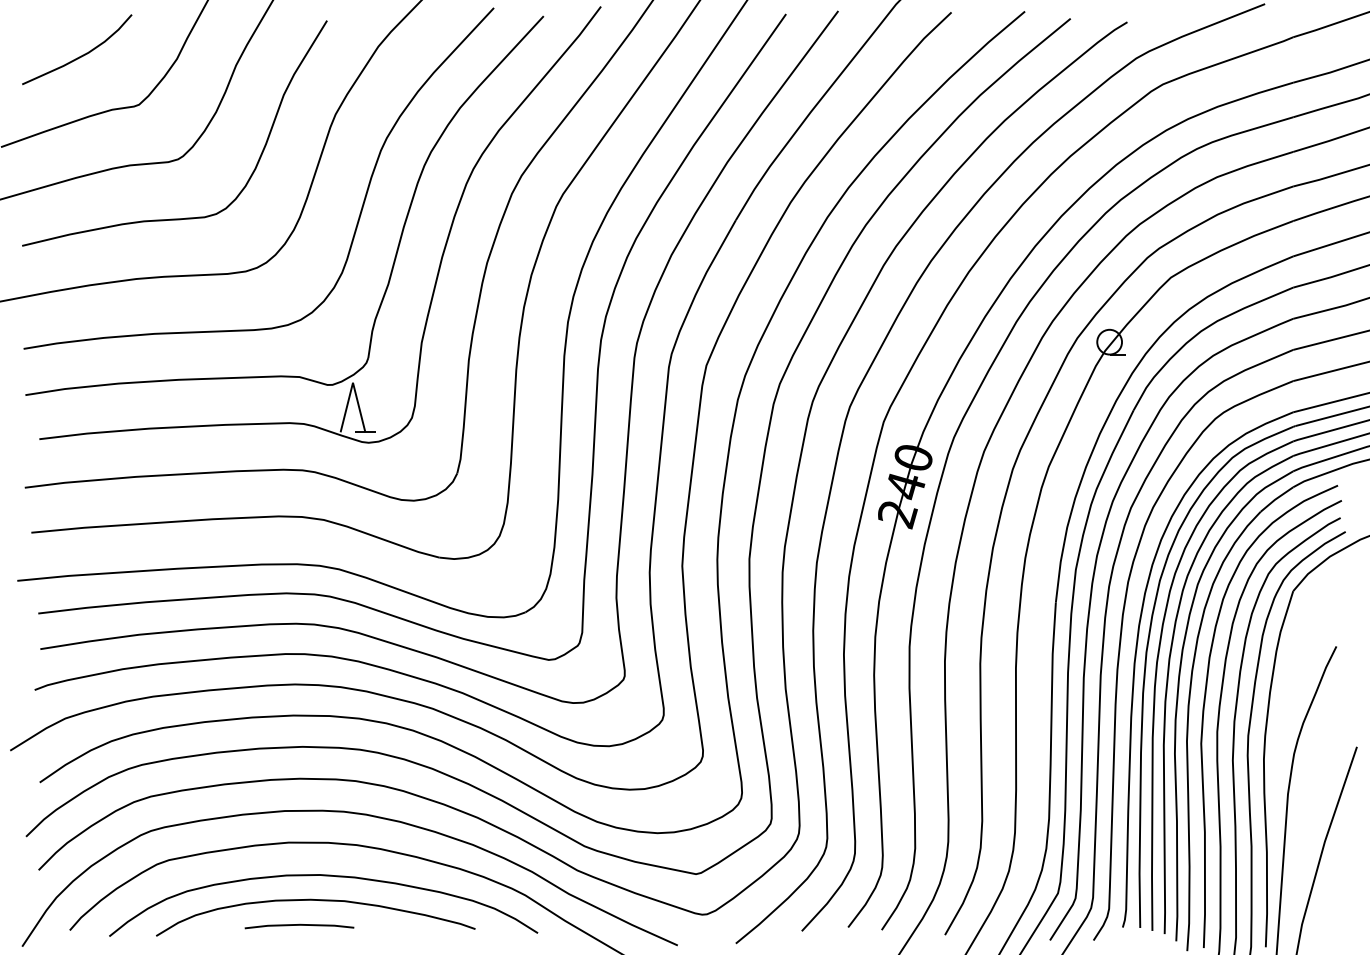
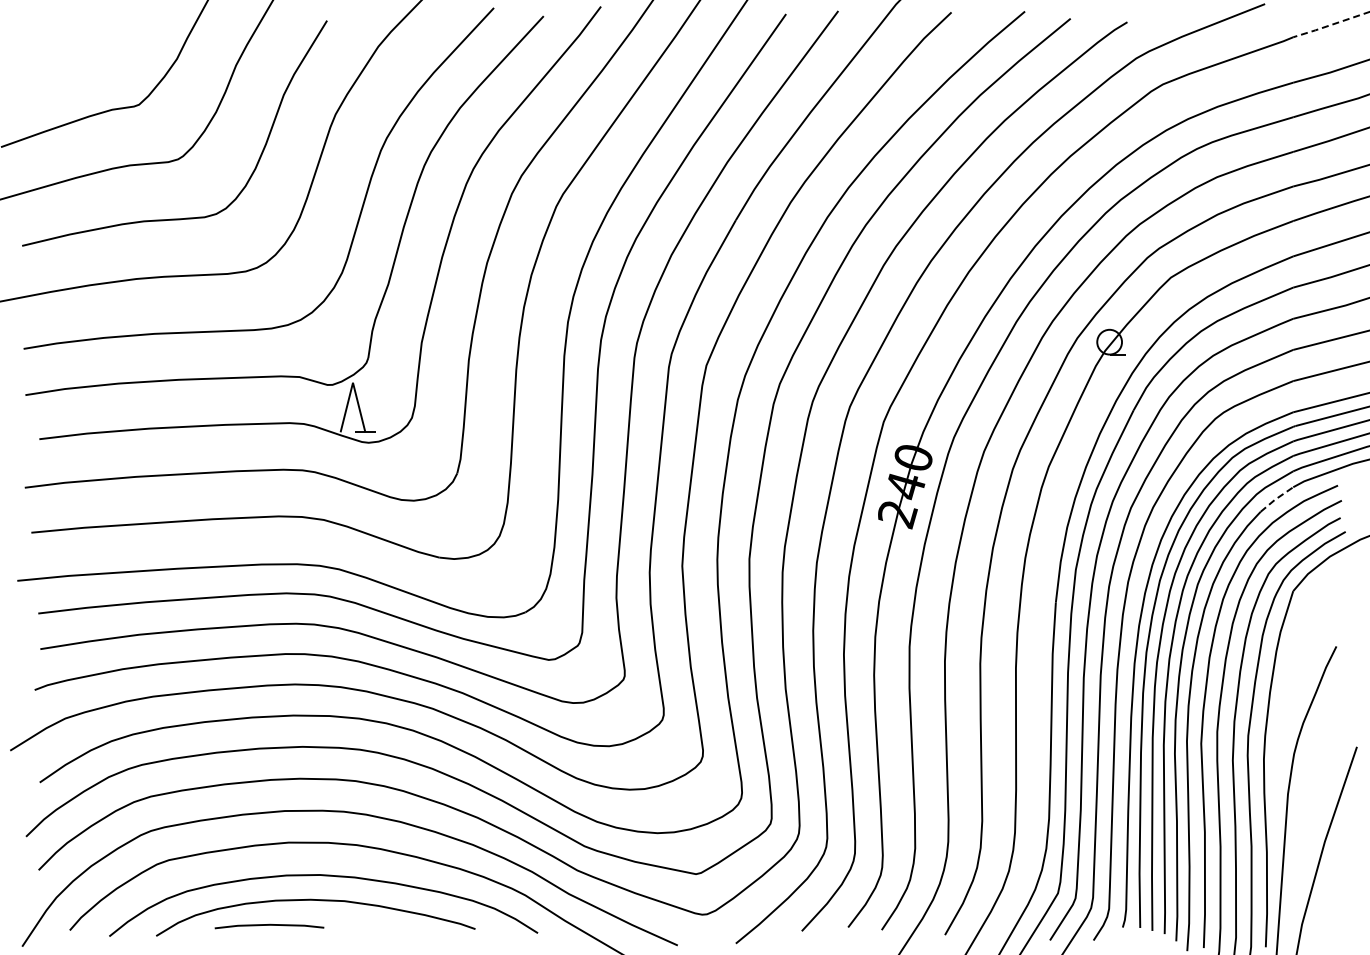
line at (1330, 25): solid -> dashed
curve at (82, 54): present -> none
line at (1276, 498): solid -> dashed
line at (299, 925) position: (299, 925) -> (269, 925)
